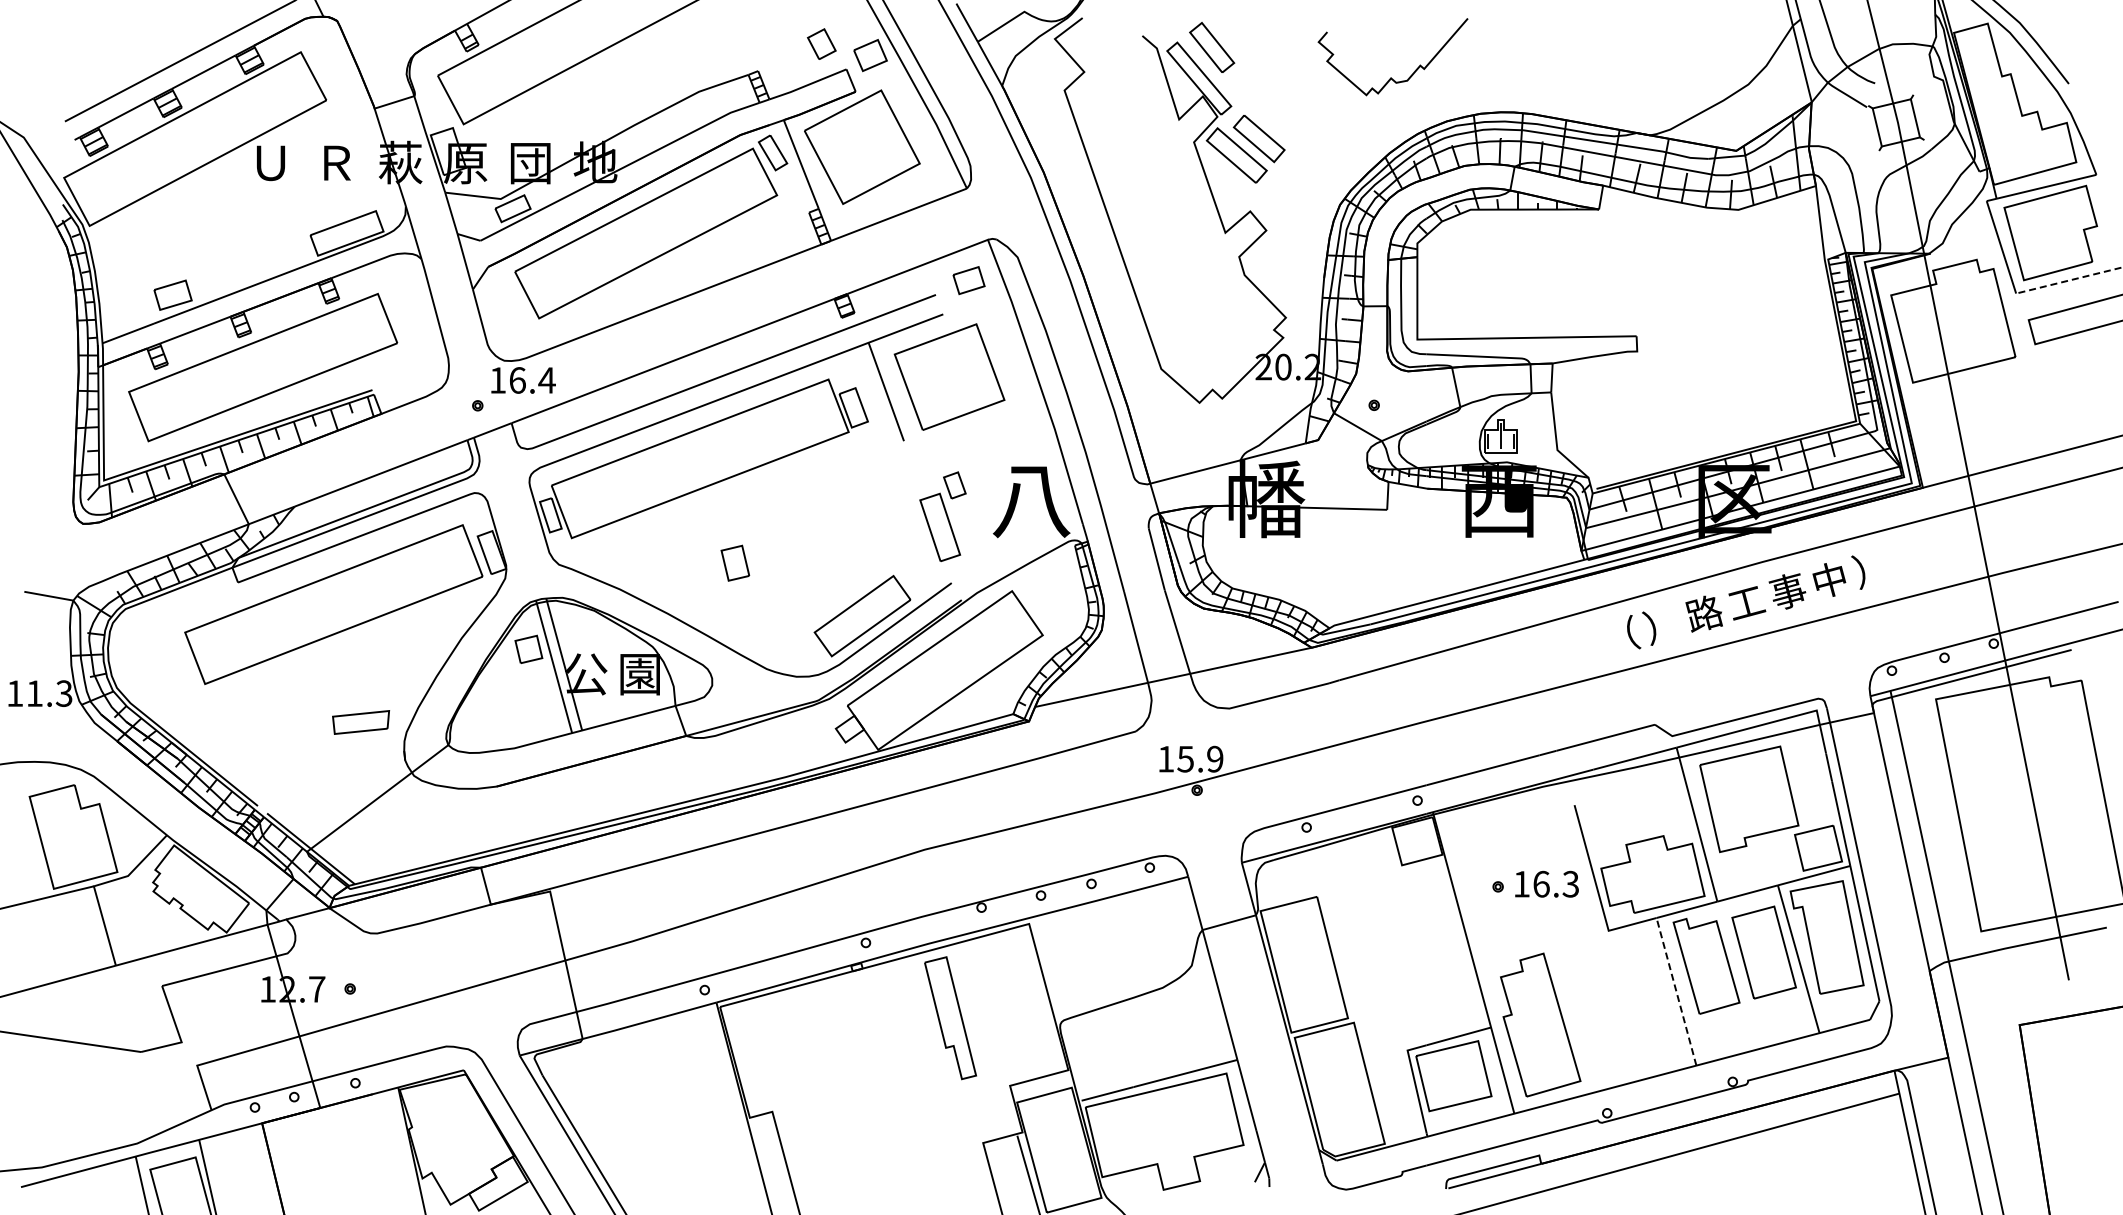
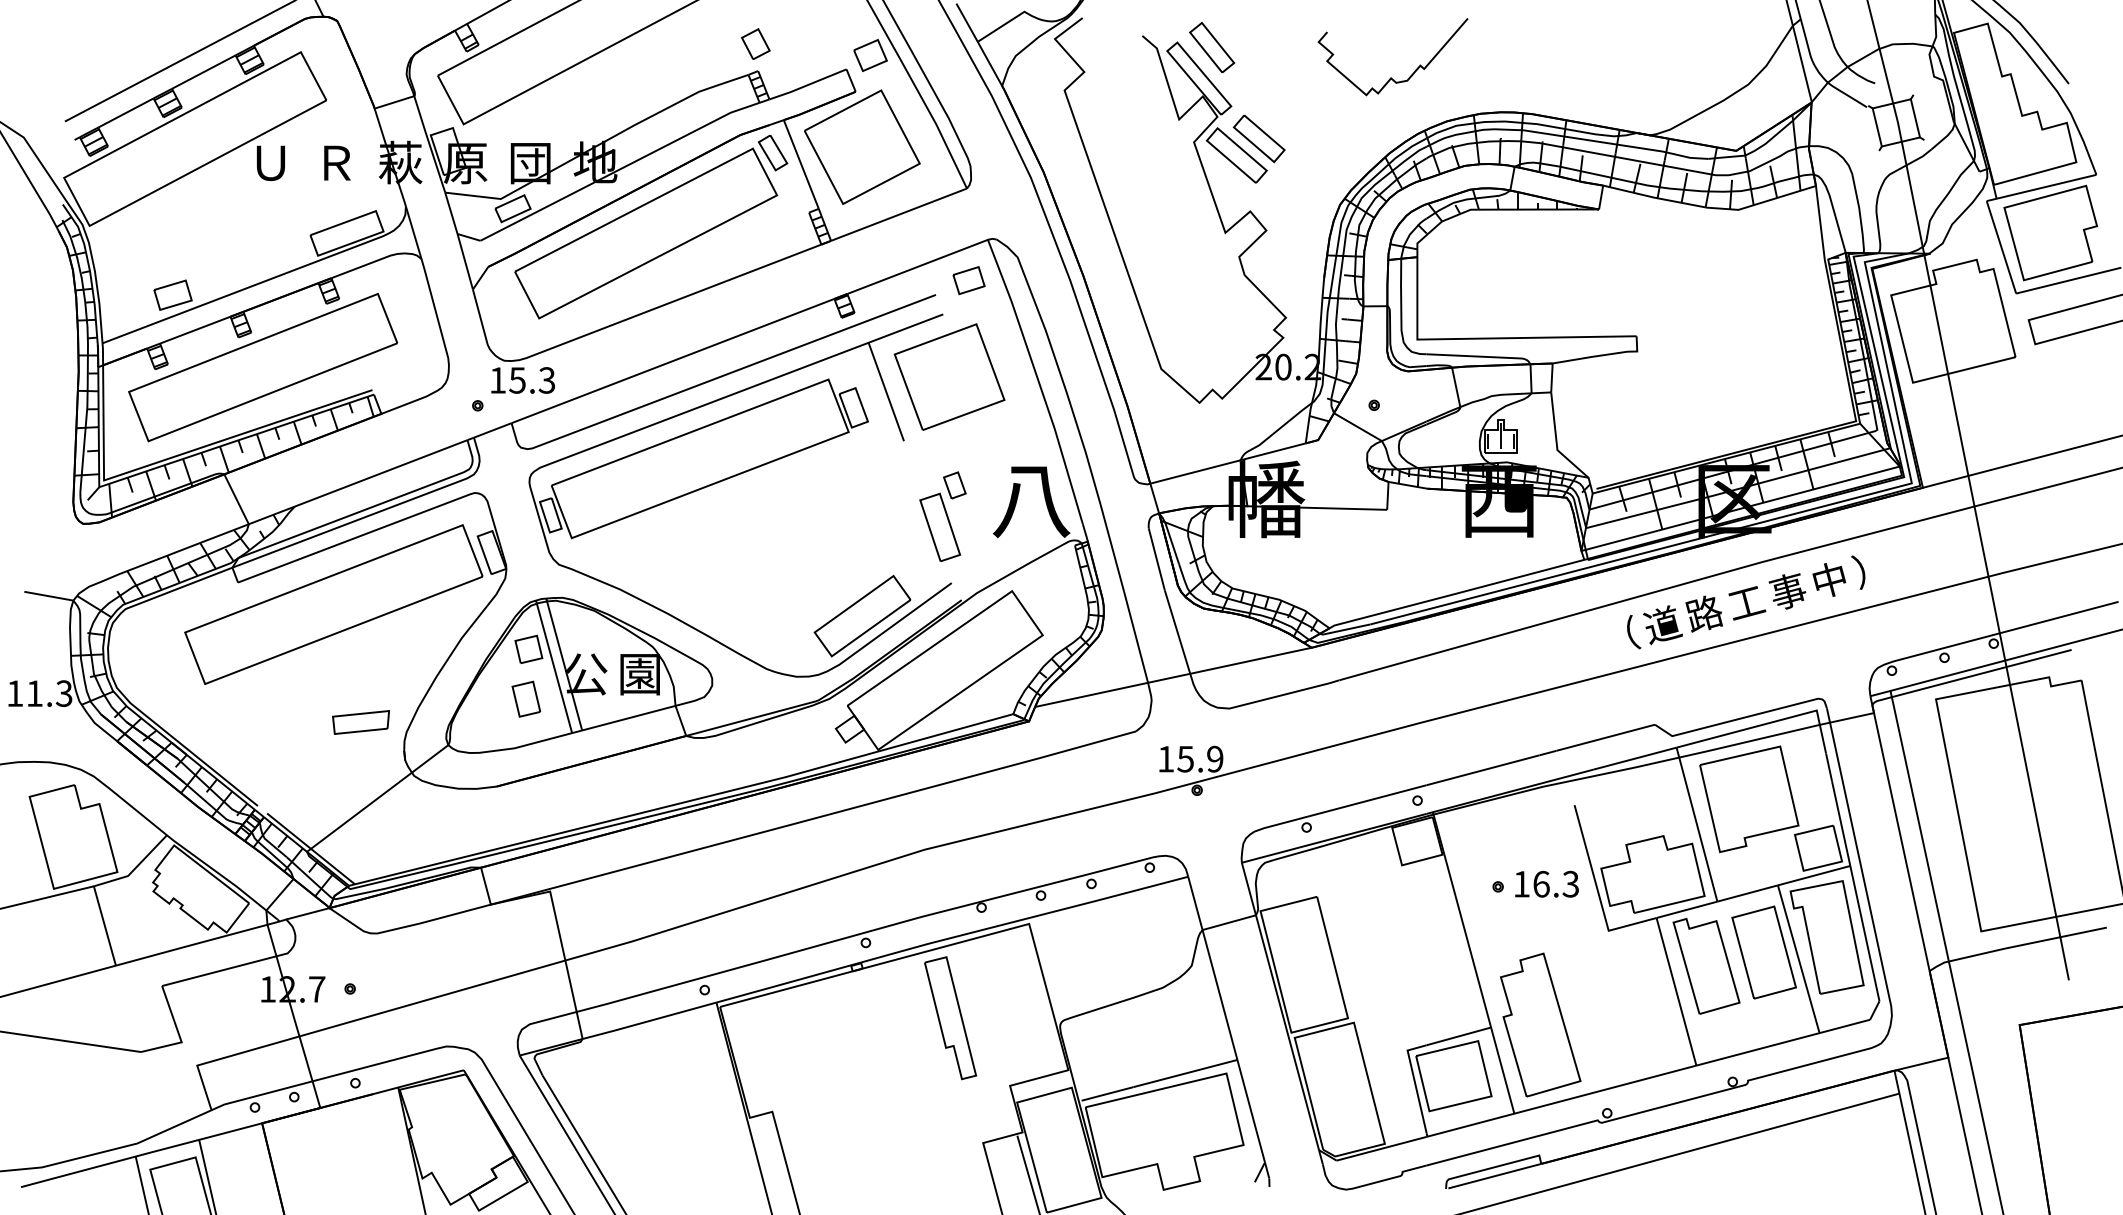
part at (821, 43) position: (821, 43) -> (755, 43)
line at (2068, 280): dashed -> solid
text at (532, 380): 16.4 -> 15.3
part at (735, 562) position: (735, 562) -> (526, 698)
text at (1662, 625): ） -> 道
line at (1676, 991): dashed -> solid
